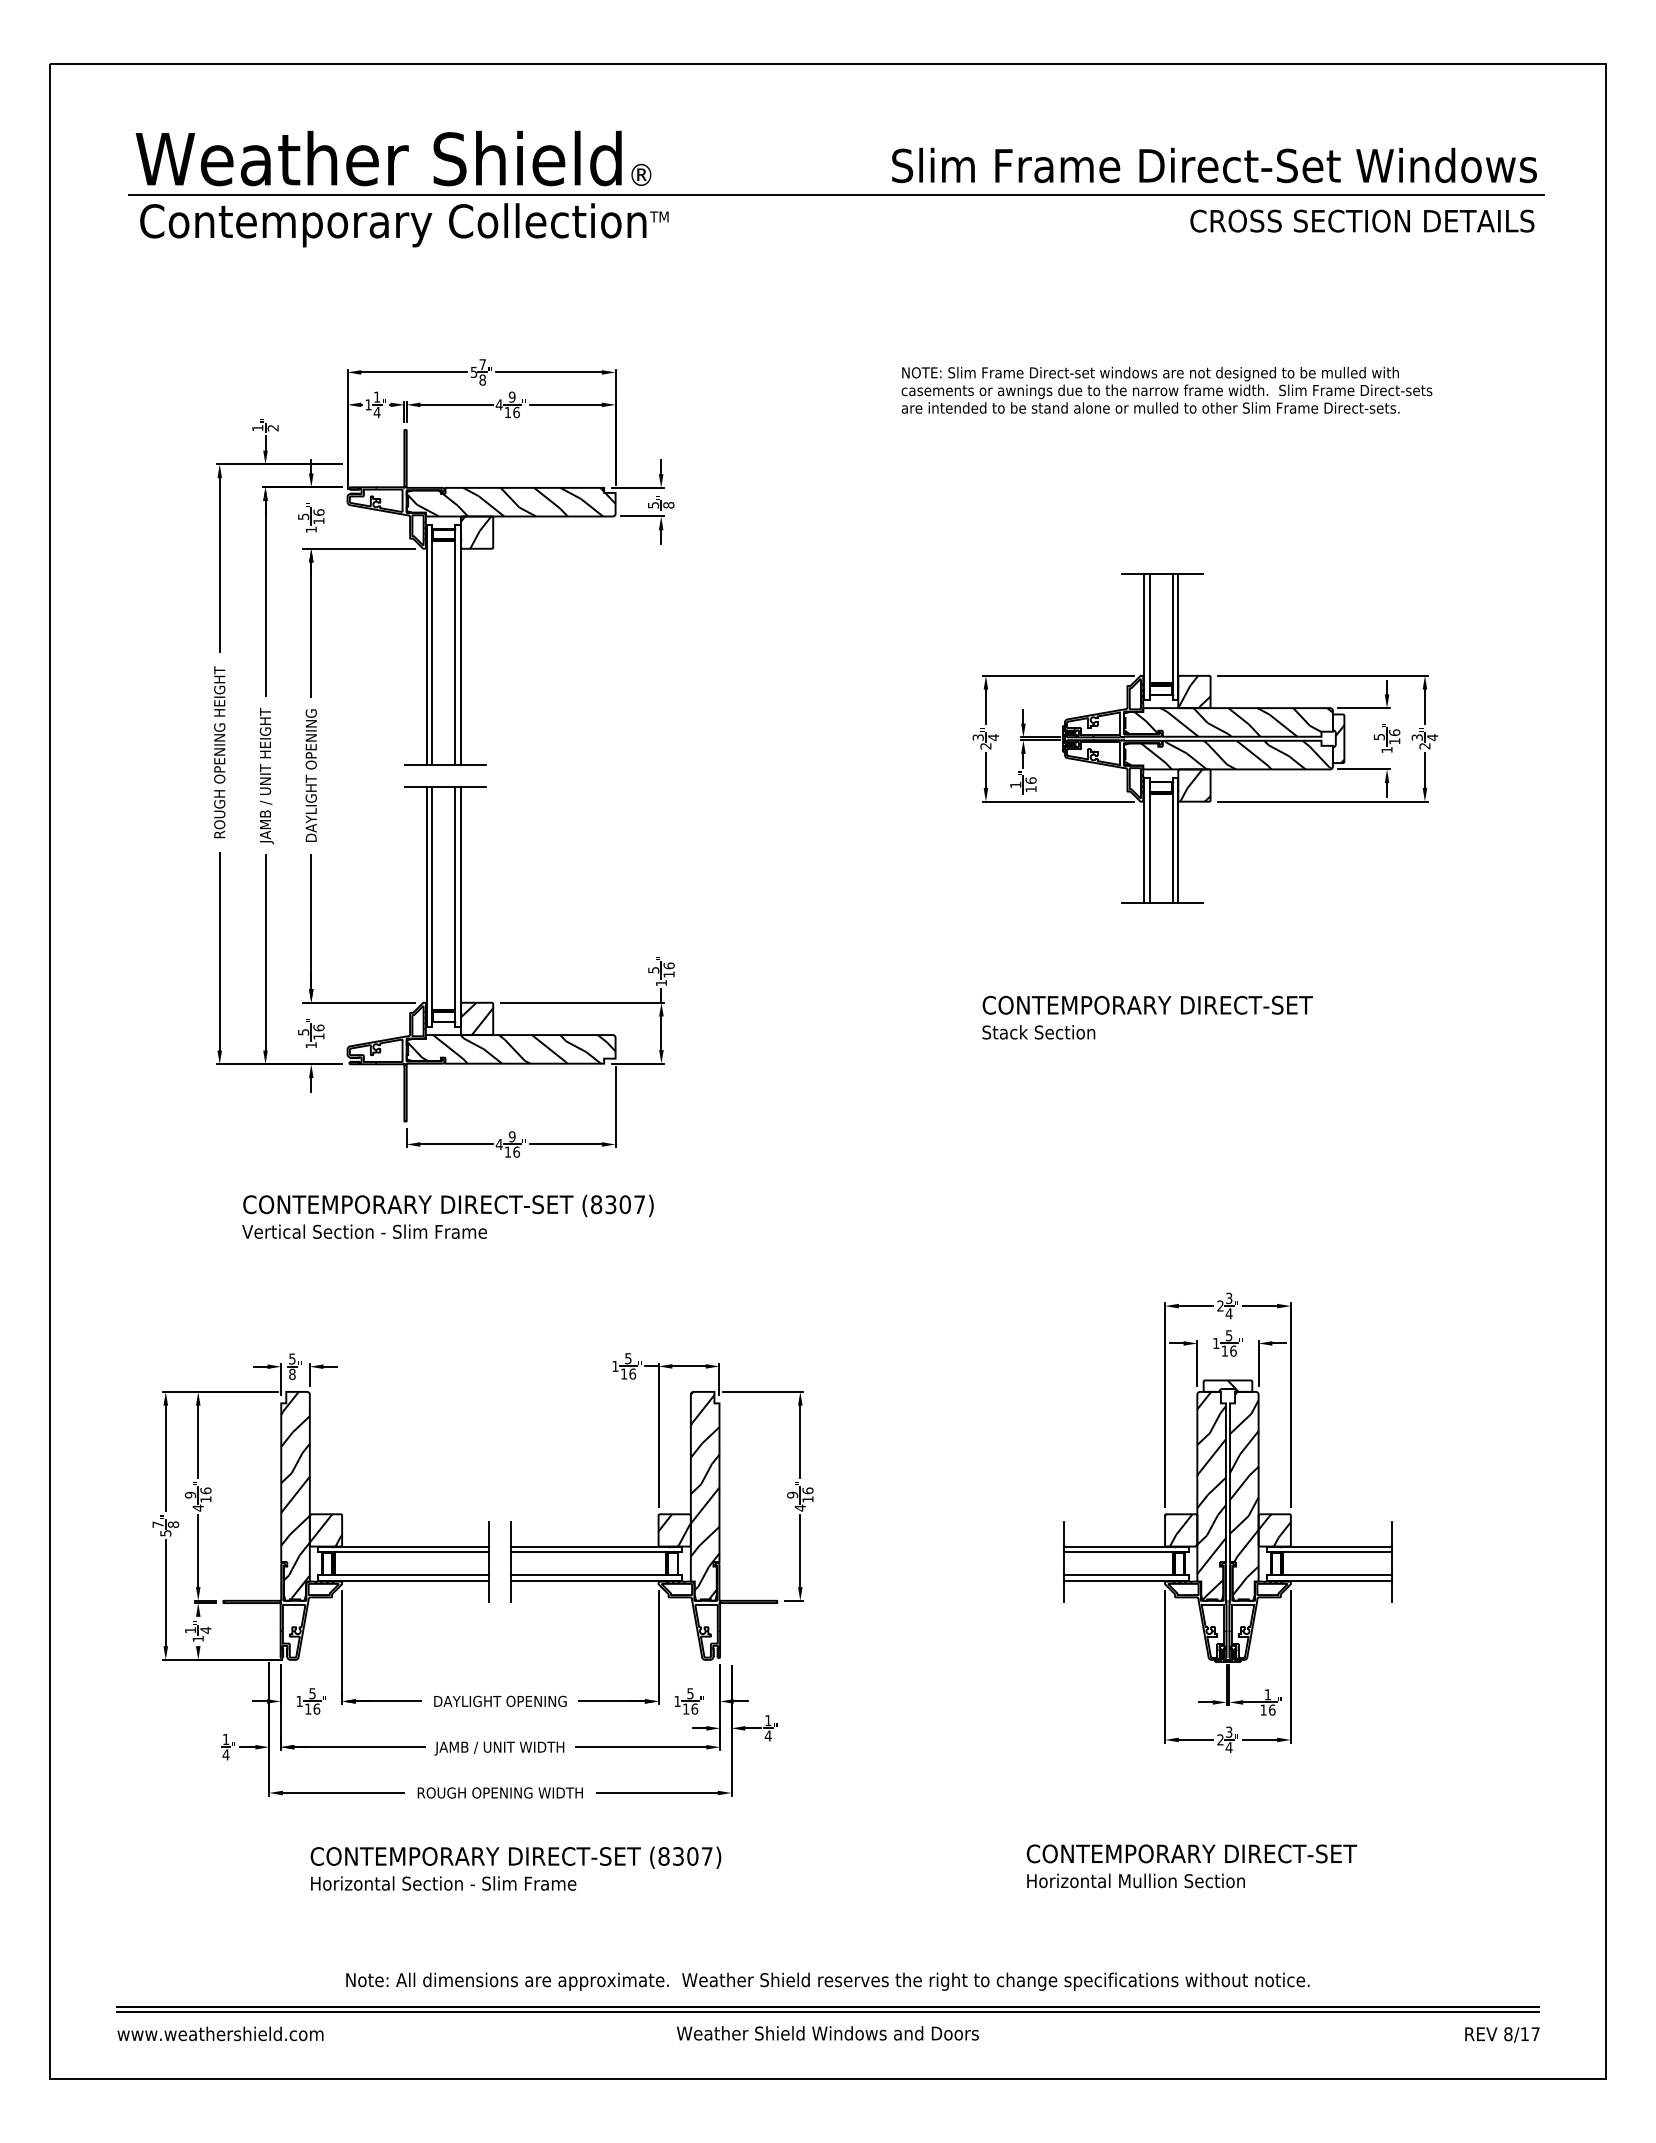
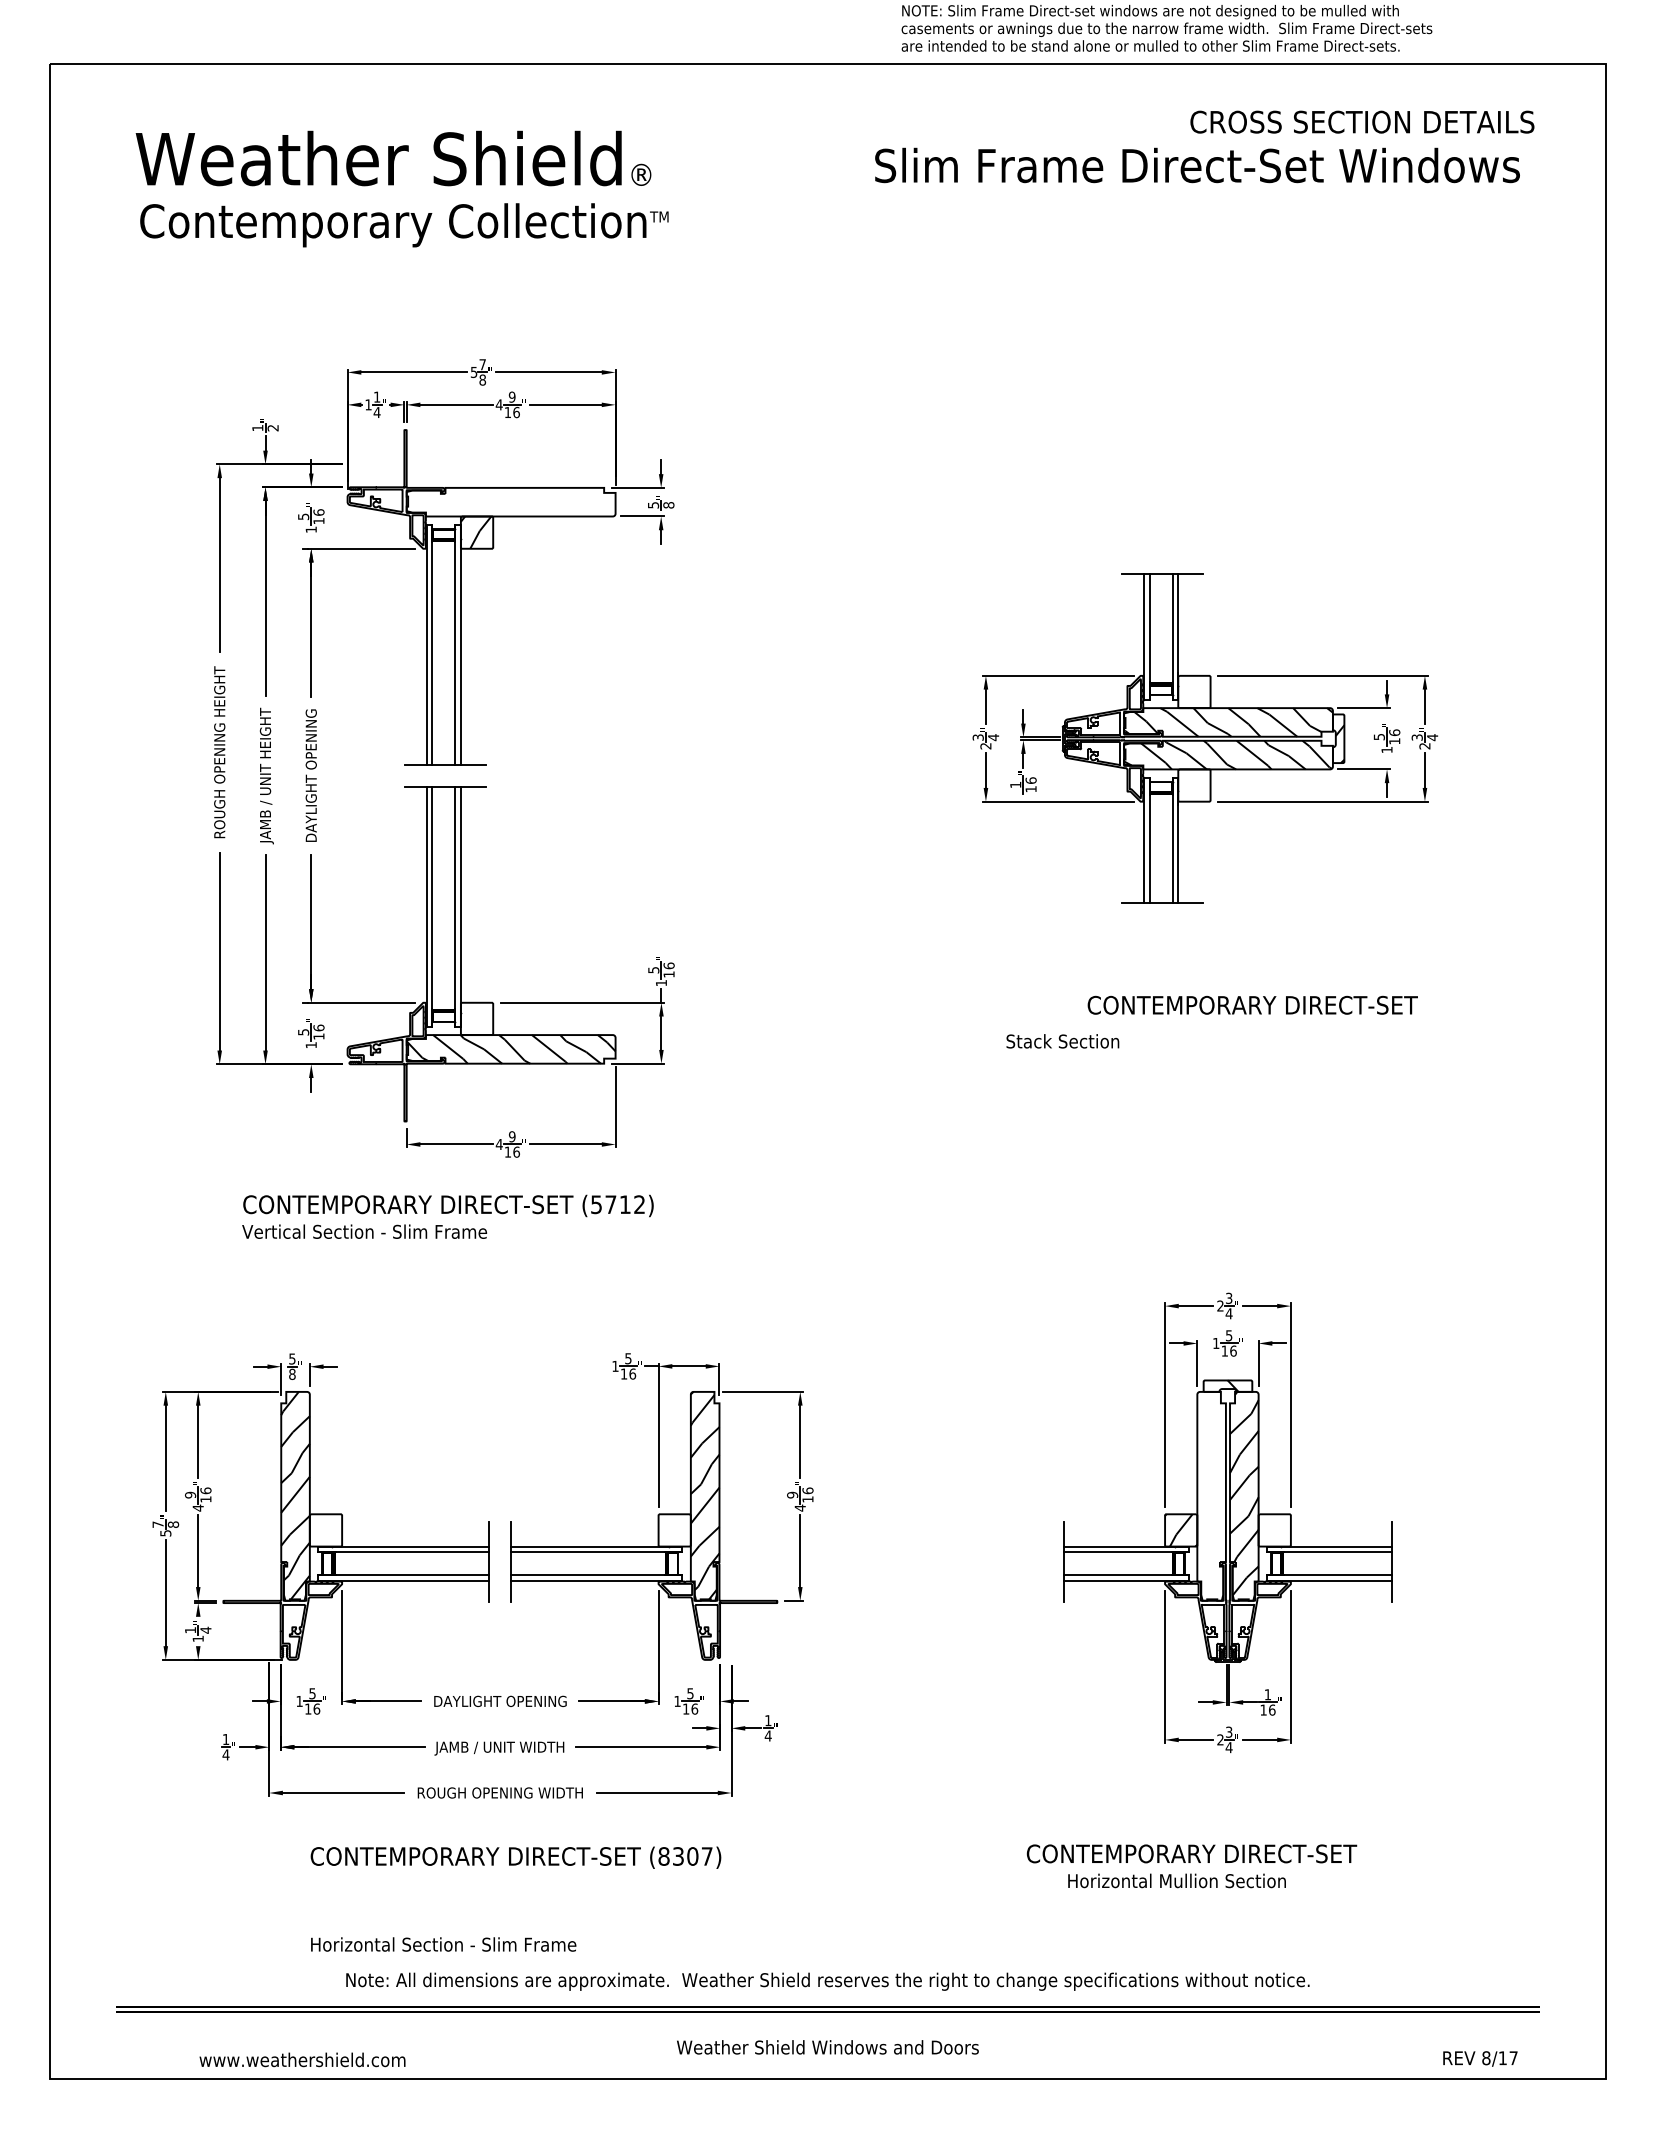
text at (1214, 165) position: (1214, 165) -> (1197, 165)
line at (835, 194): present -> none
text at (1362, 220) position: (1362, 220) -> (1362, 121)
text at (1166, 390) position: (1166, 390) -> (1166, 28)
hatch at (510, 501): present -> none
hatch at (1194, 691): present -> none
hatch at (1195, 785): present -> none
text at (1147, 1004) position: (1147, 1004) -> (1252, 1004)
hatch at (476, 1018): present -> none
text at (1038, 1032) position: (1038, 1032) -> (1062, 1041)
text at (617, 1204): (8307) -> (5712)
hatch at (1211, 1495): present -> none
hatch at (325, 1530): present -> none
hatch at (674, 1530): present -> none
hatch at (1274, 1530): present -> none
text at (1135, 1880) position: (1135, 1880) -> (1176, 1880)
text at (443, 1883) position: (443, 1883) -> (443, 1944)
text at (220, 2033) position: (220, 2033) -> (302, 2059)
text at (827, 2033) position: (827, 2033) -> (827, 2047)
text at (1502, 2034) position: (1502, 2034) -> (1480, 2058)
